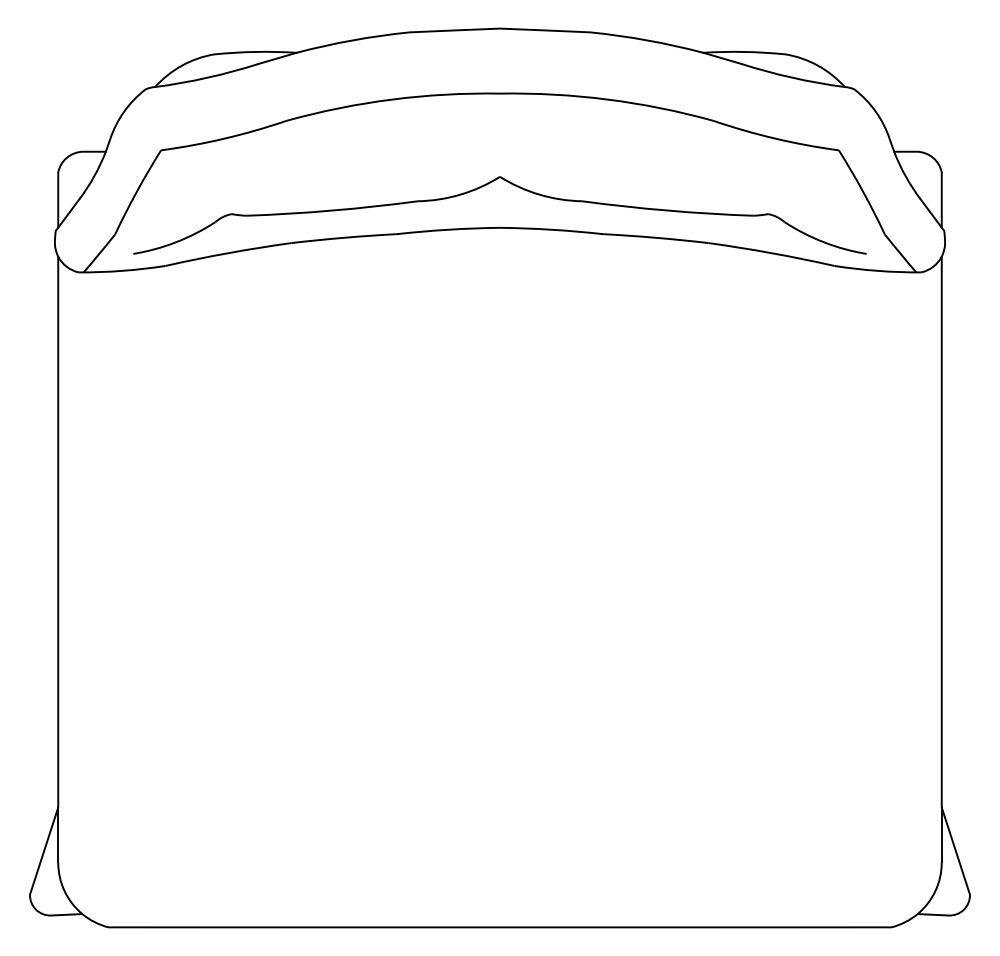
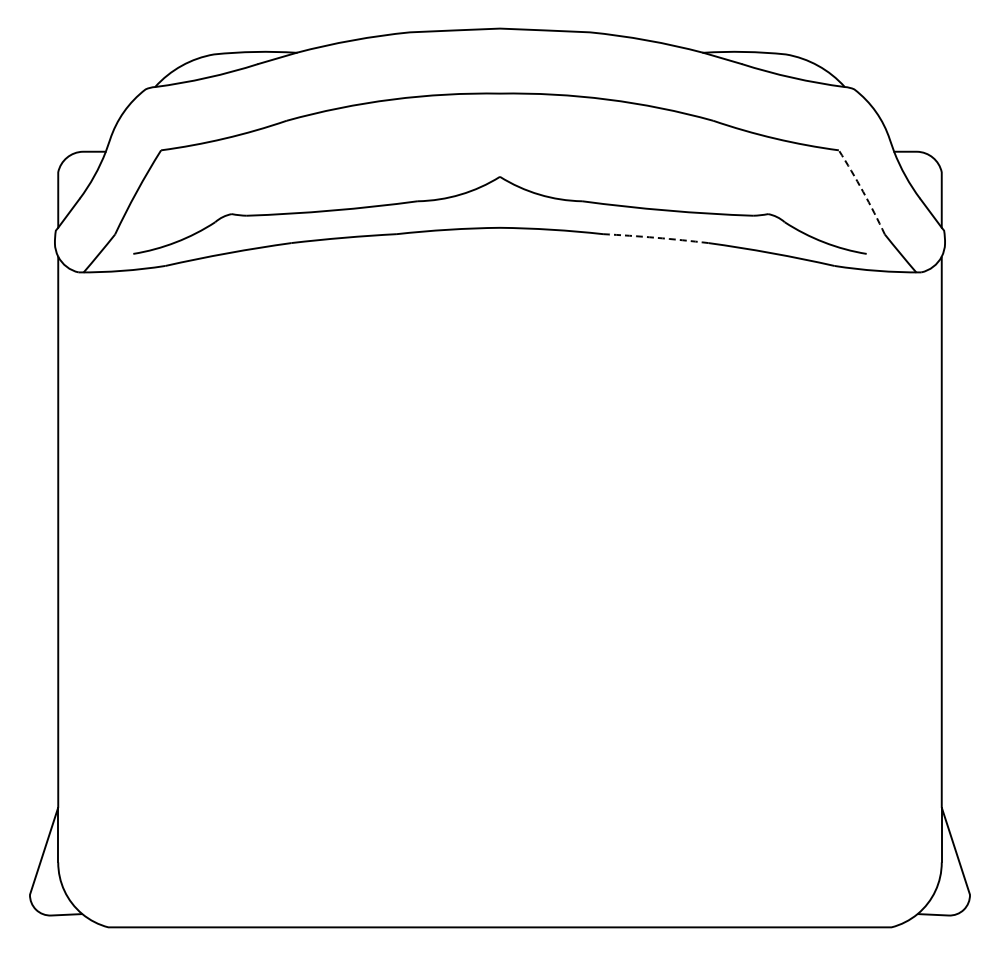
arc at (863, 191): solid -> dashed
arc at (655, 237): solid -> dashed
